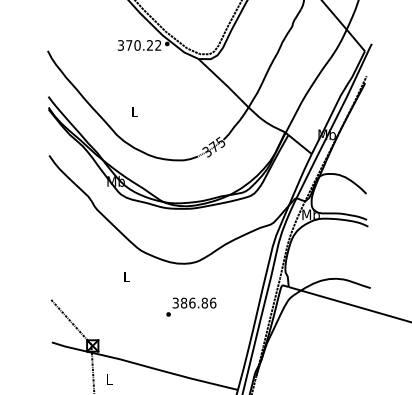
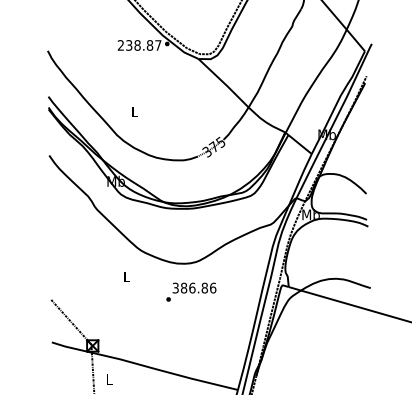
text at (139, 45): 370.22 -> 238.87
text at (191, 306) position: (191, 306) -> (191, 291)
